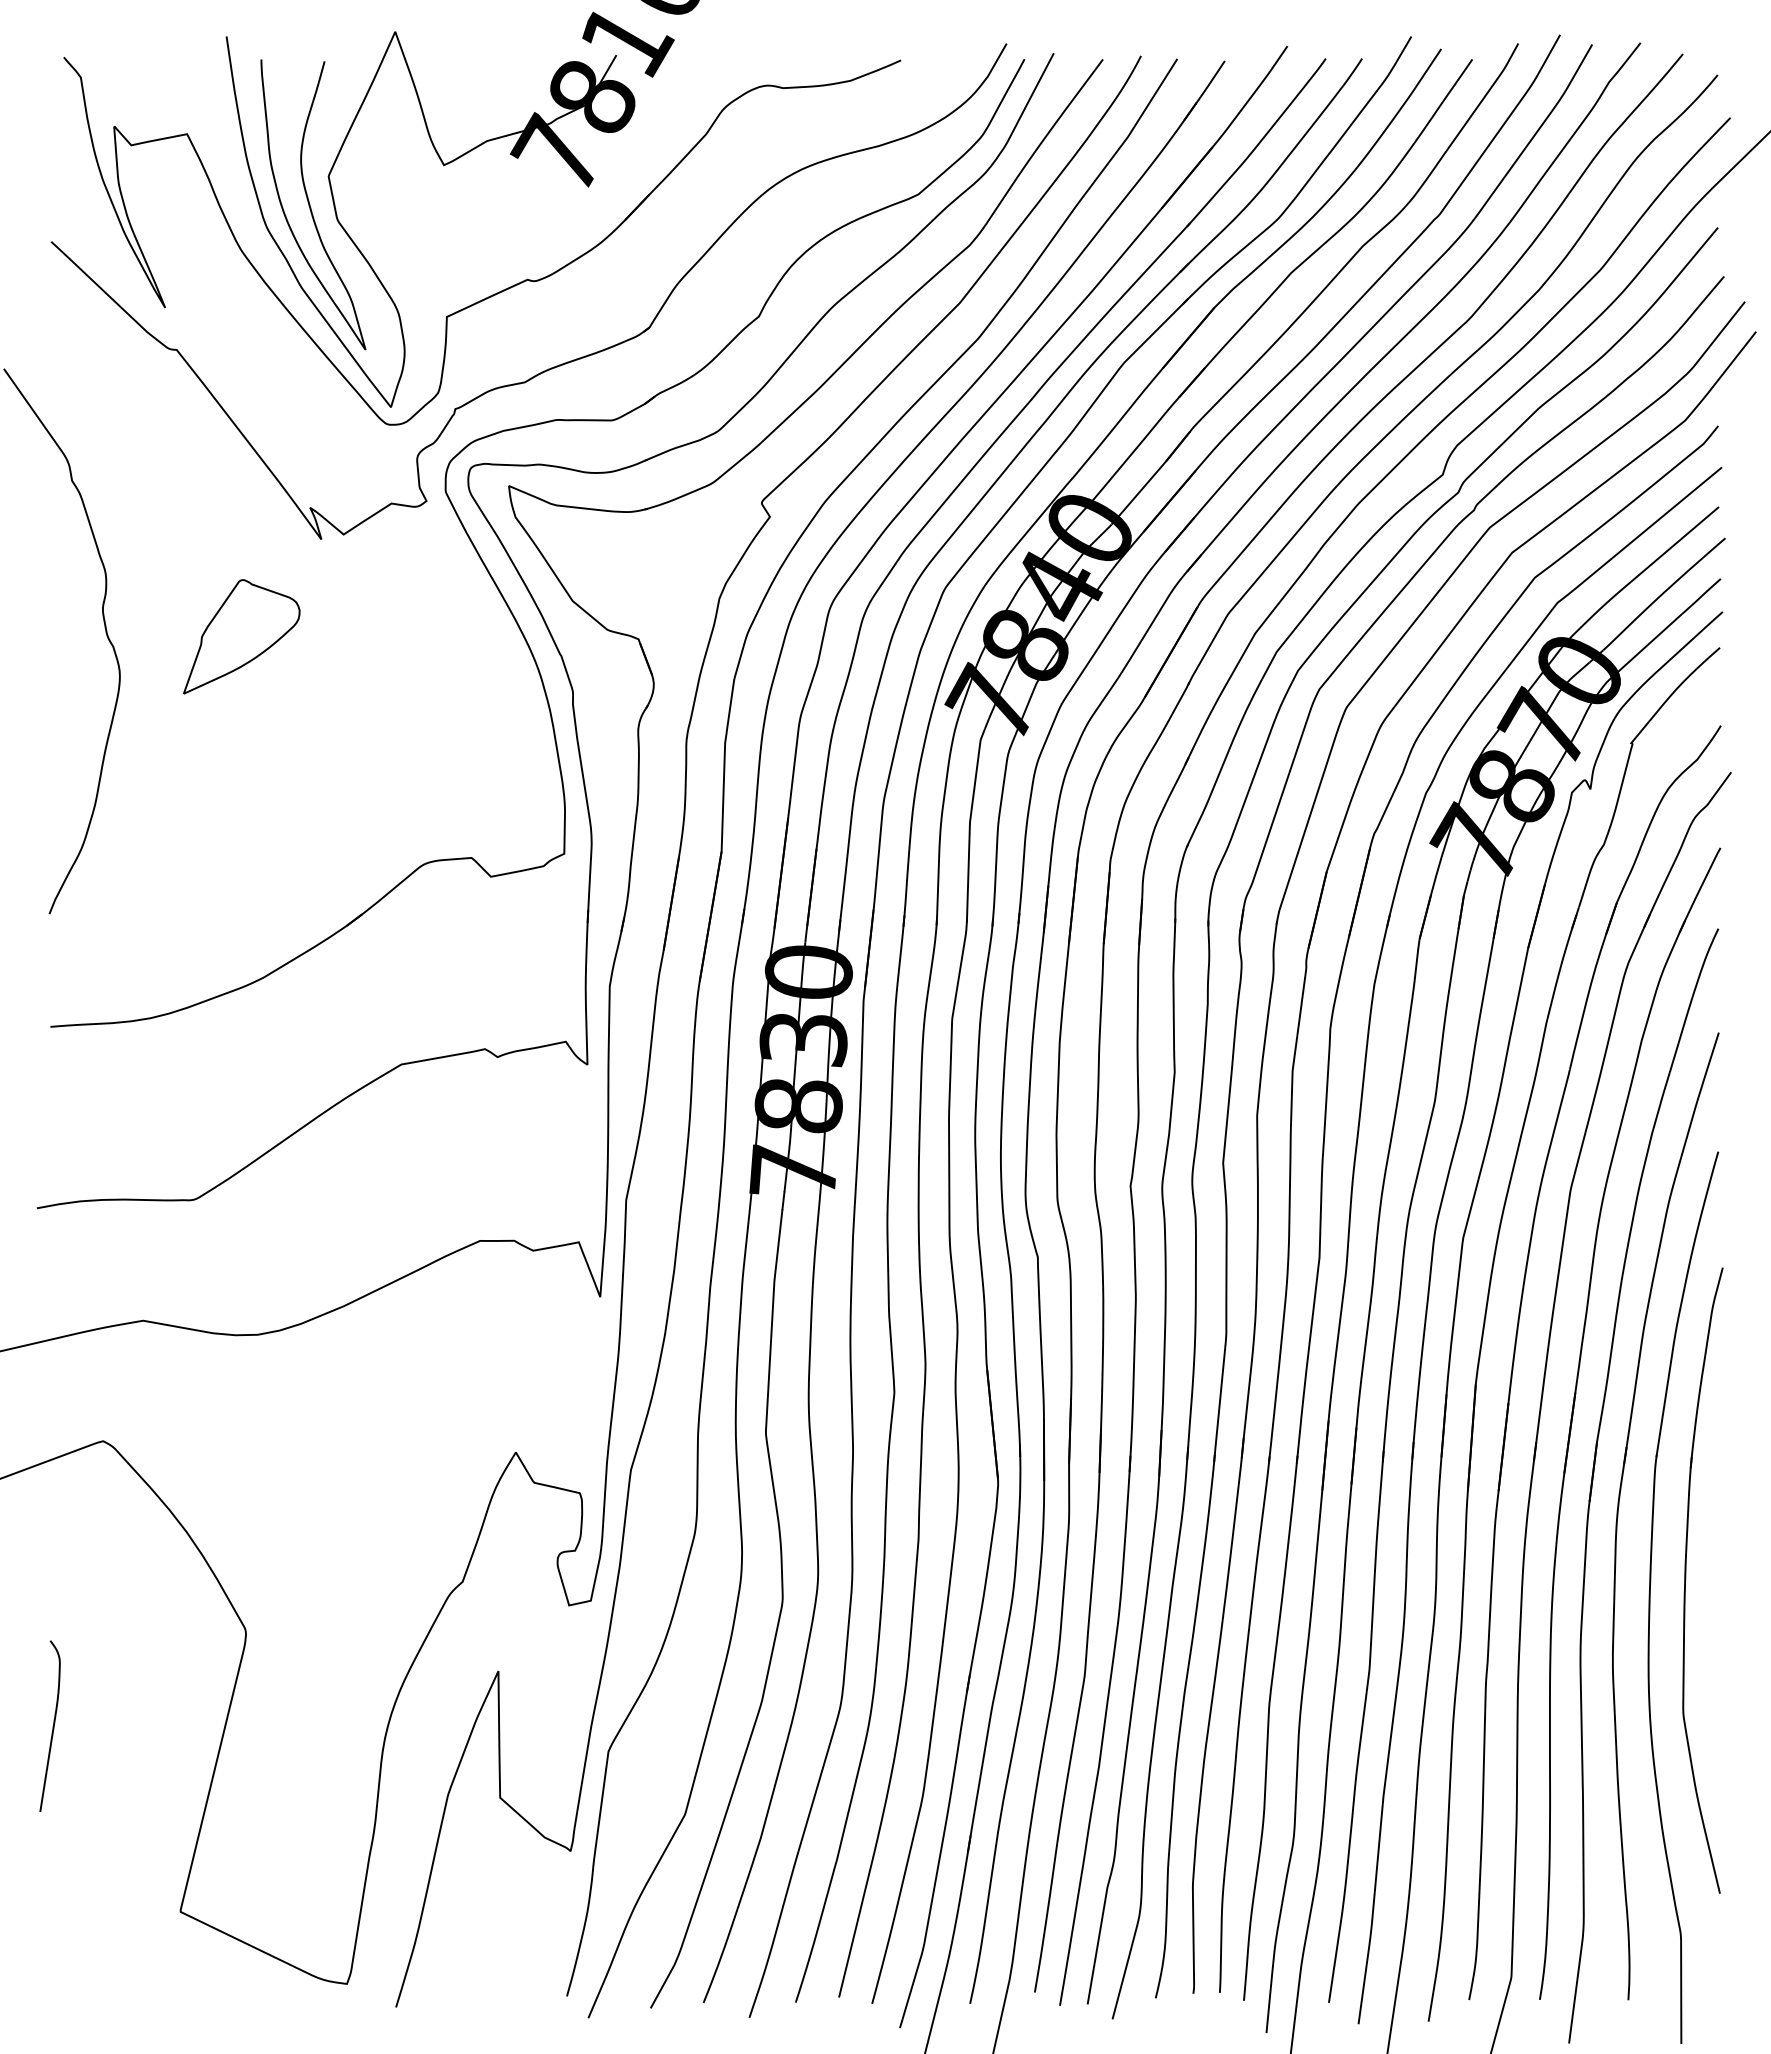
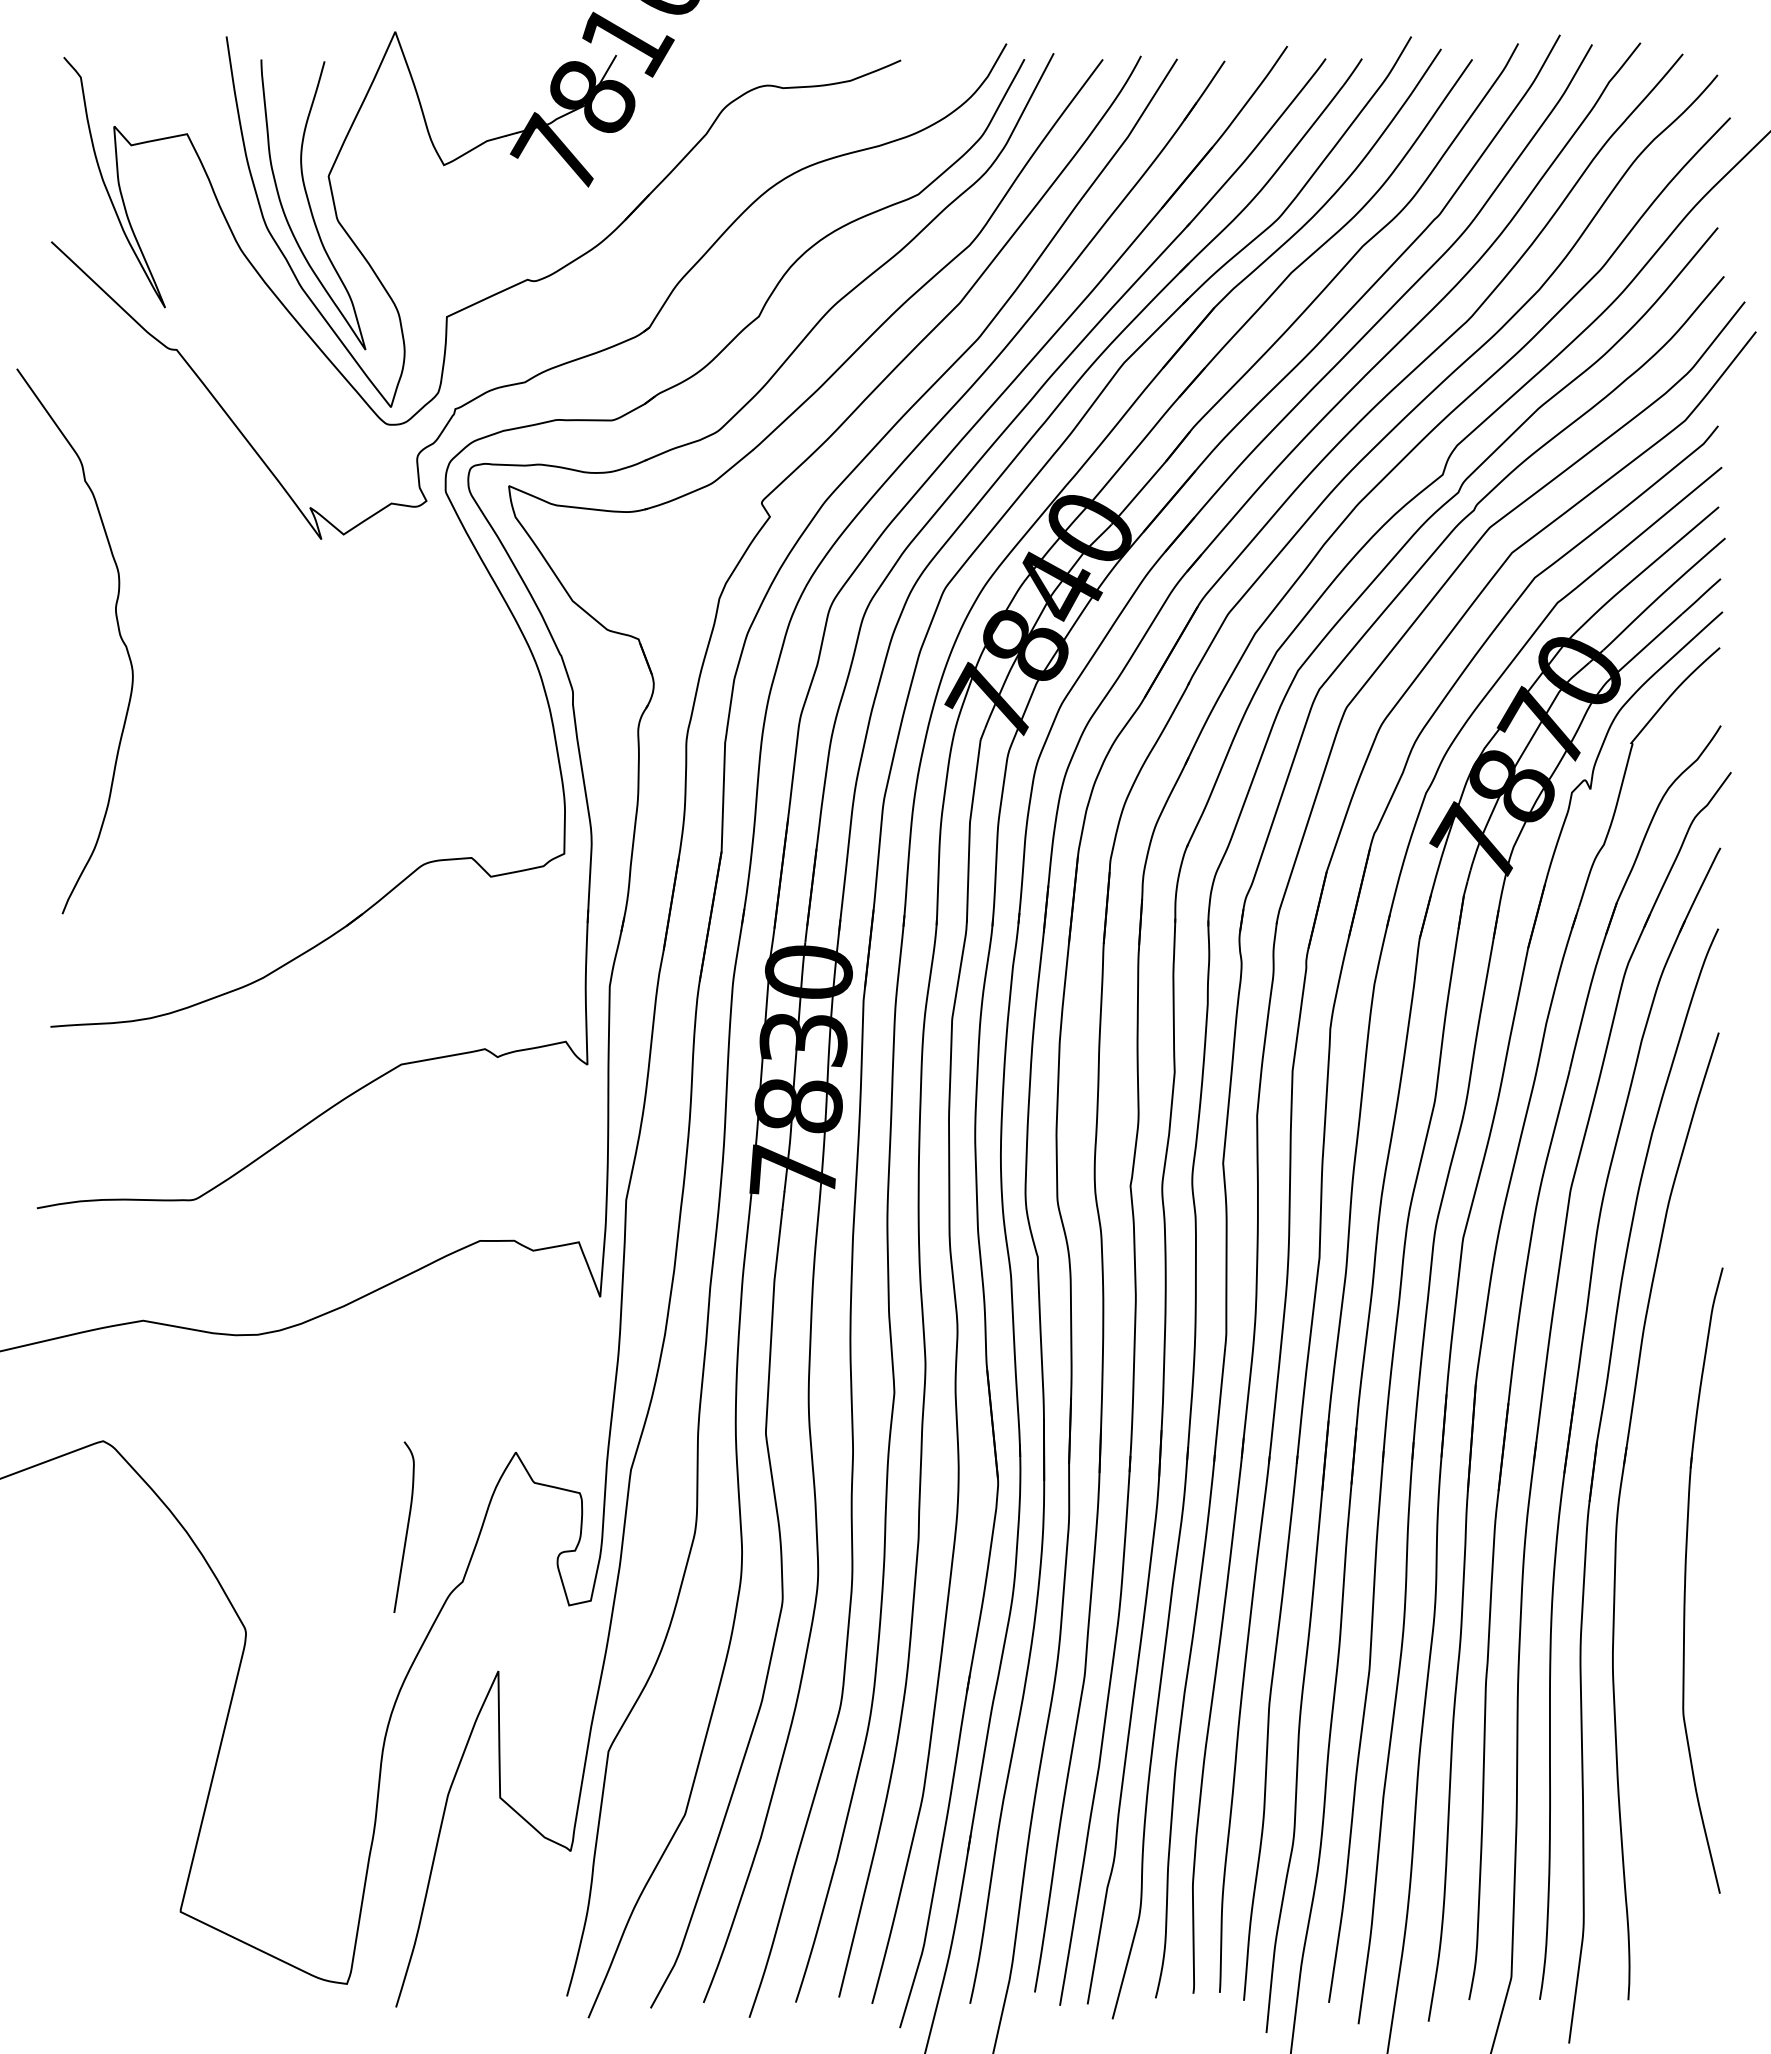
curve at (105, 633) position: (105, 633) -> (118, 633)
part at (241, 636): present -> none
part at (1650, 1597): present -> none
curve at (52, 1726) position: (52, 1726) -> (406, 1527)
